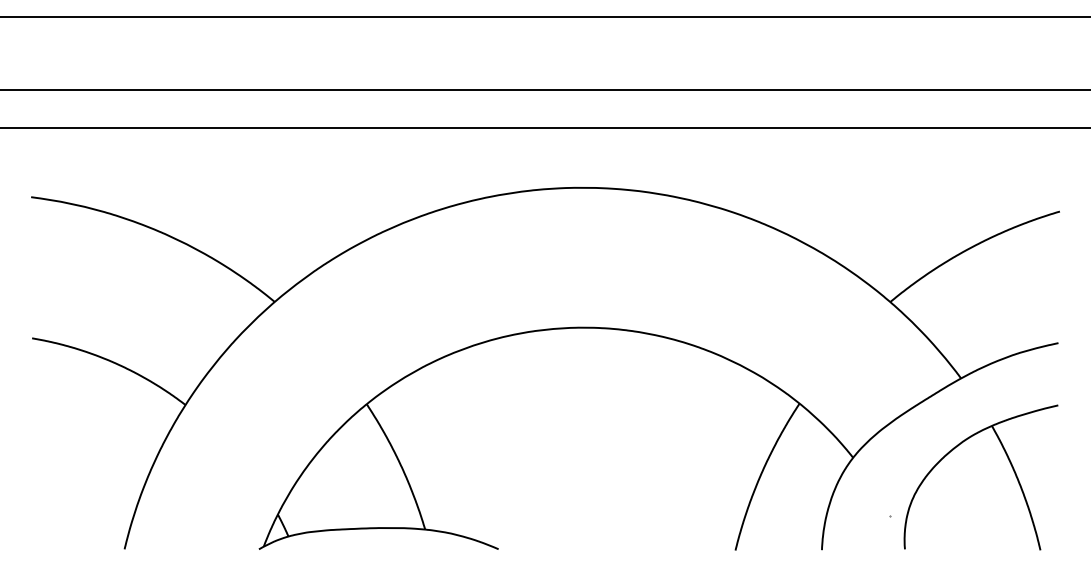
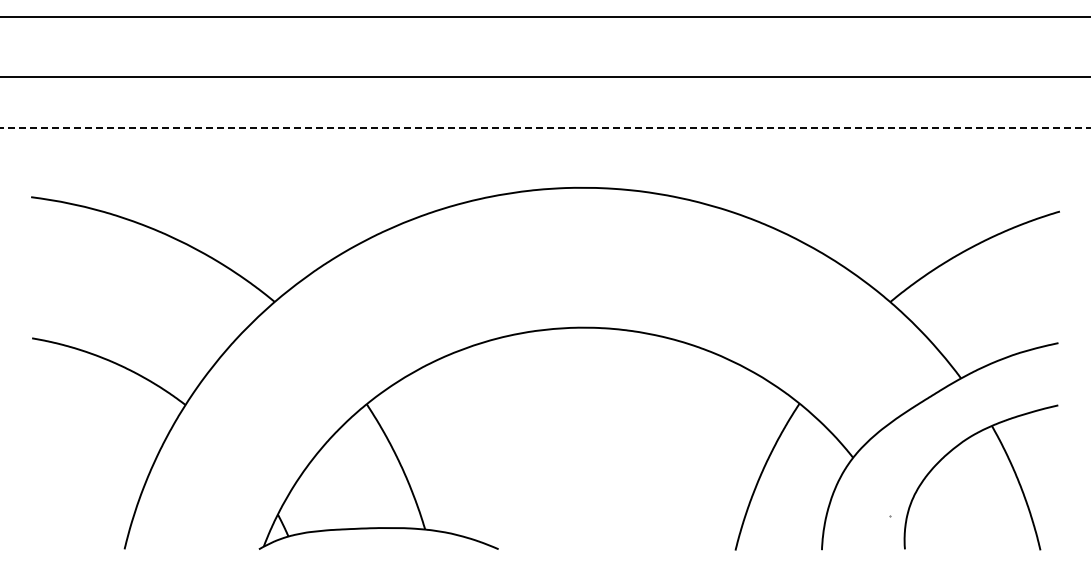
line at (544, 90) position: (544, 90) -> (544, 77)
line at (545, 127): solid -> dashed
